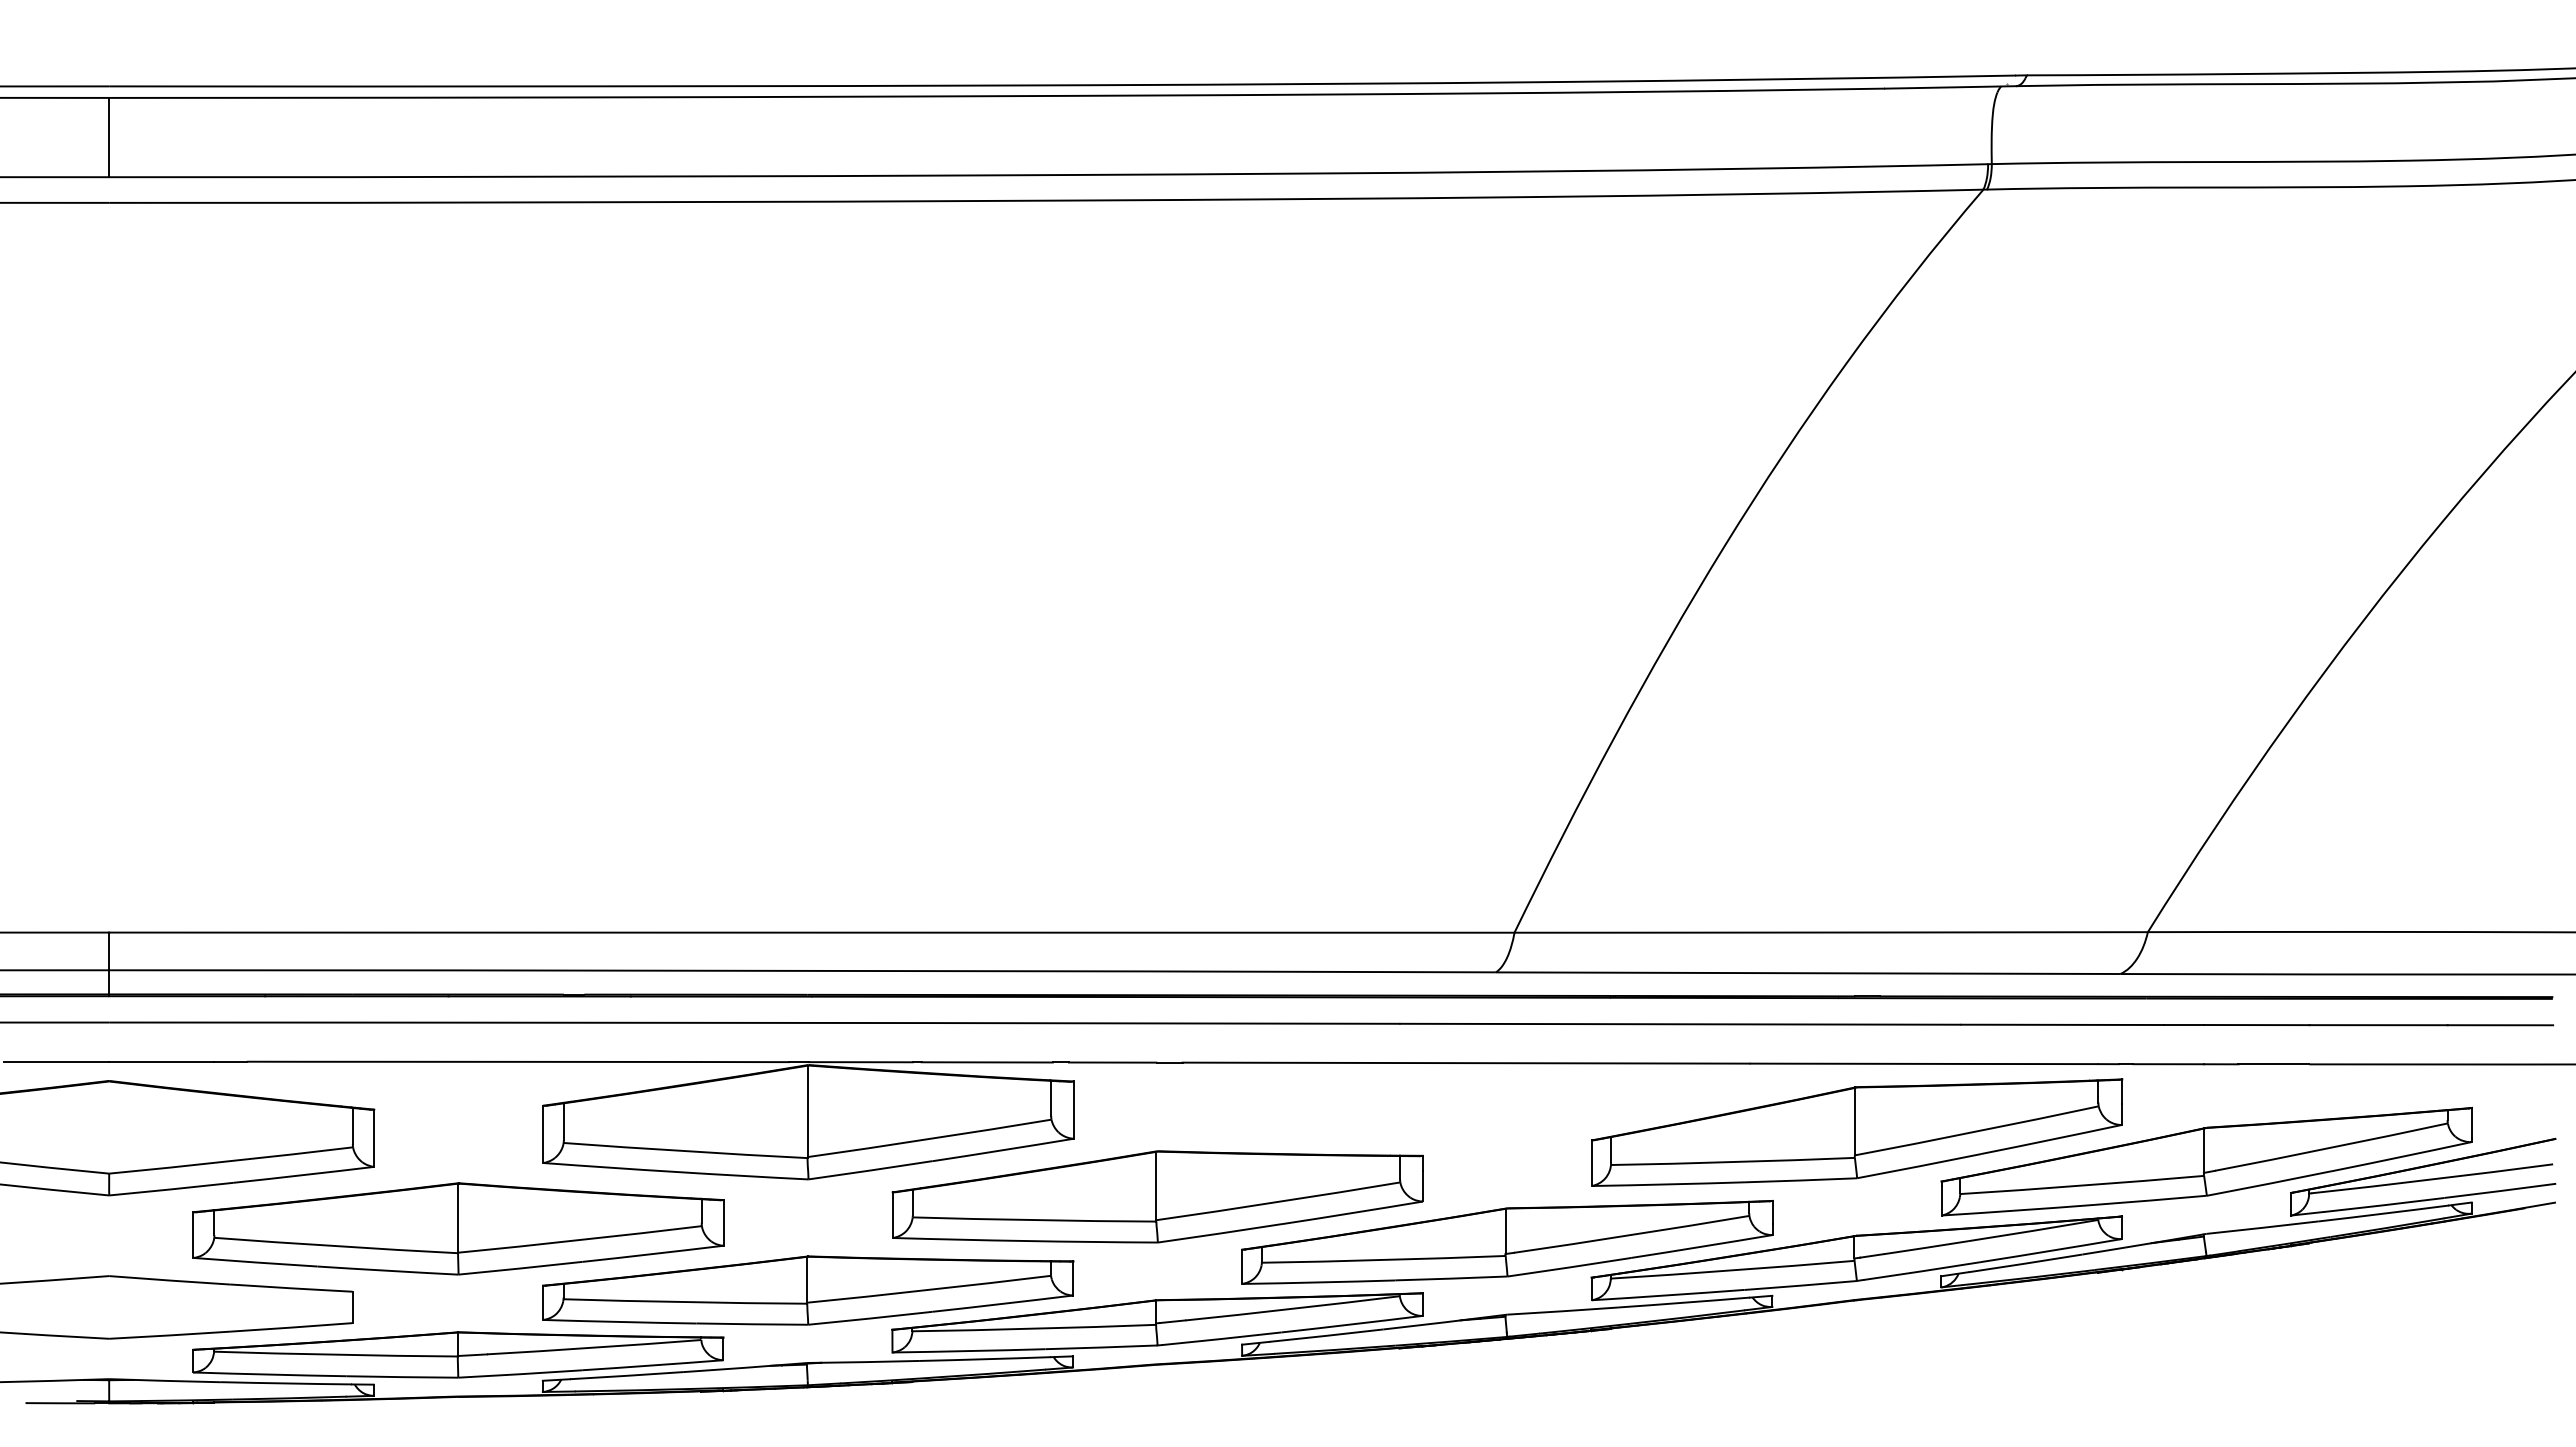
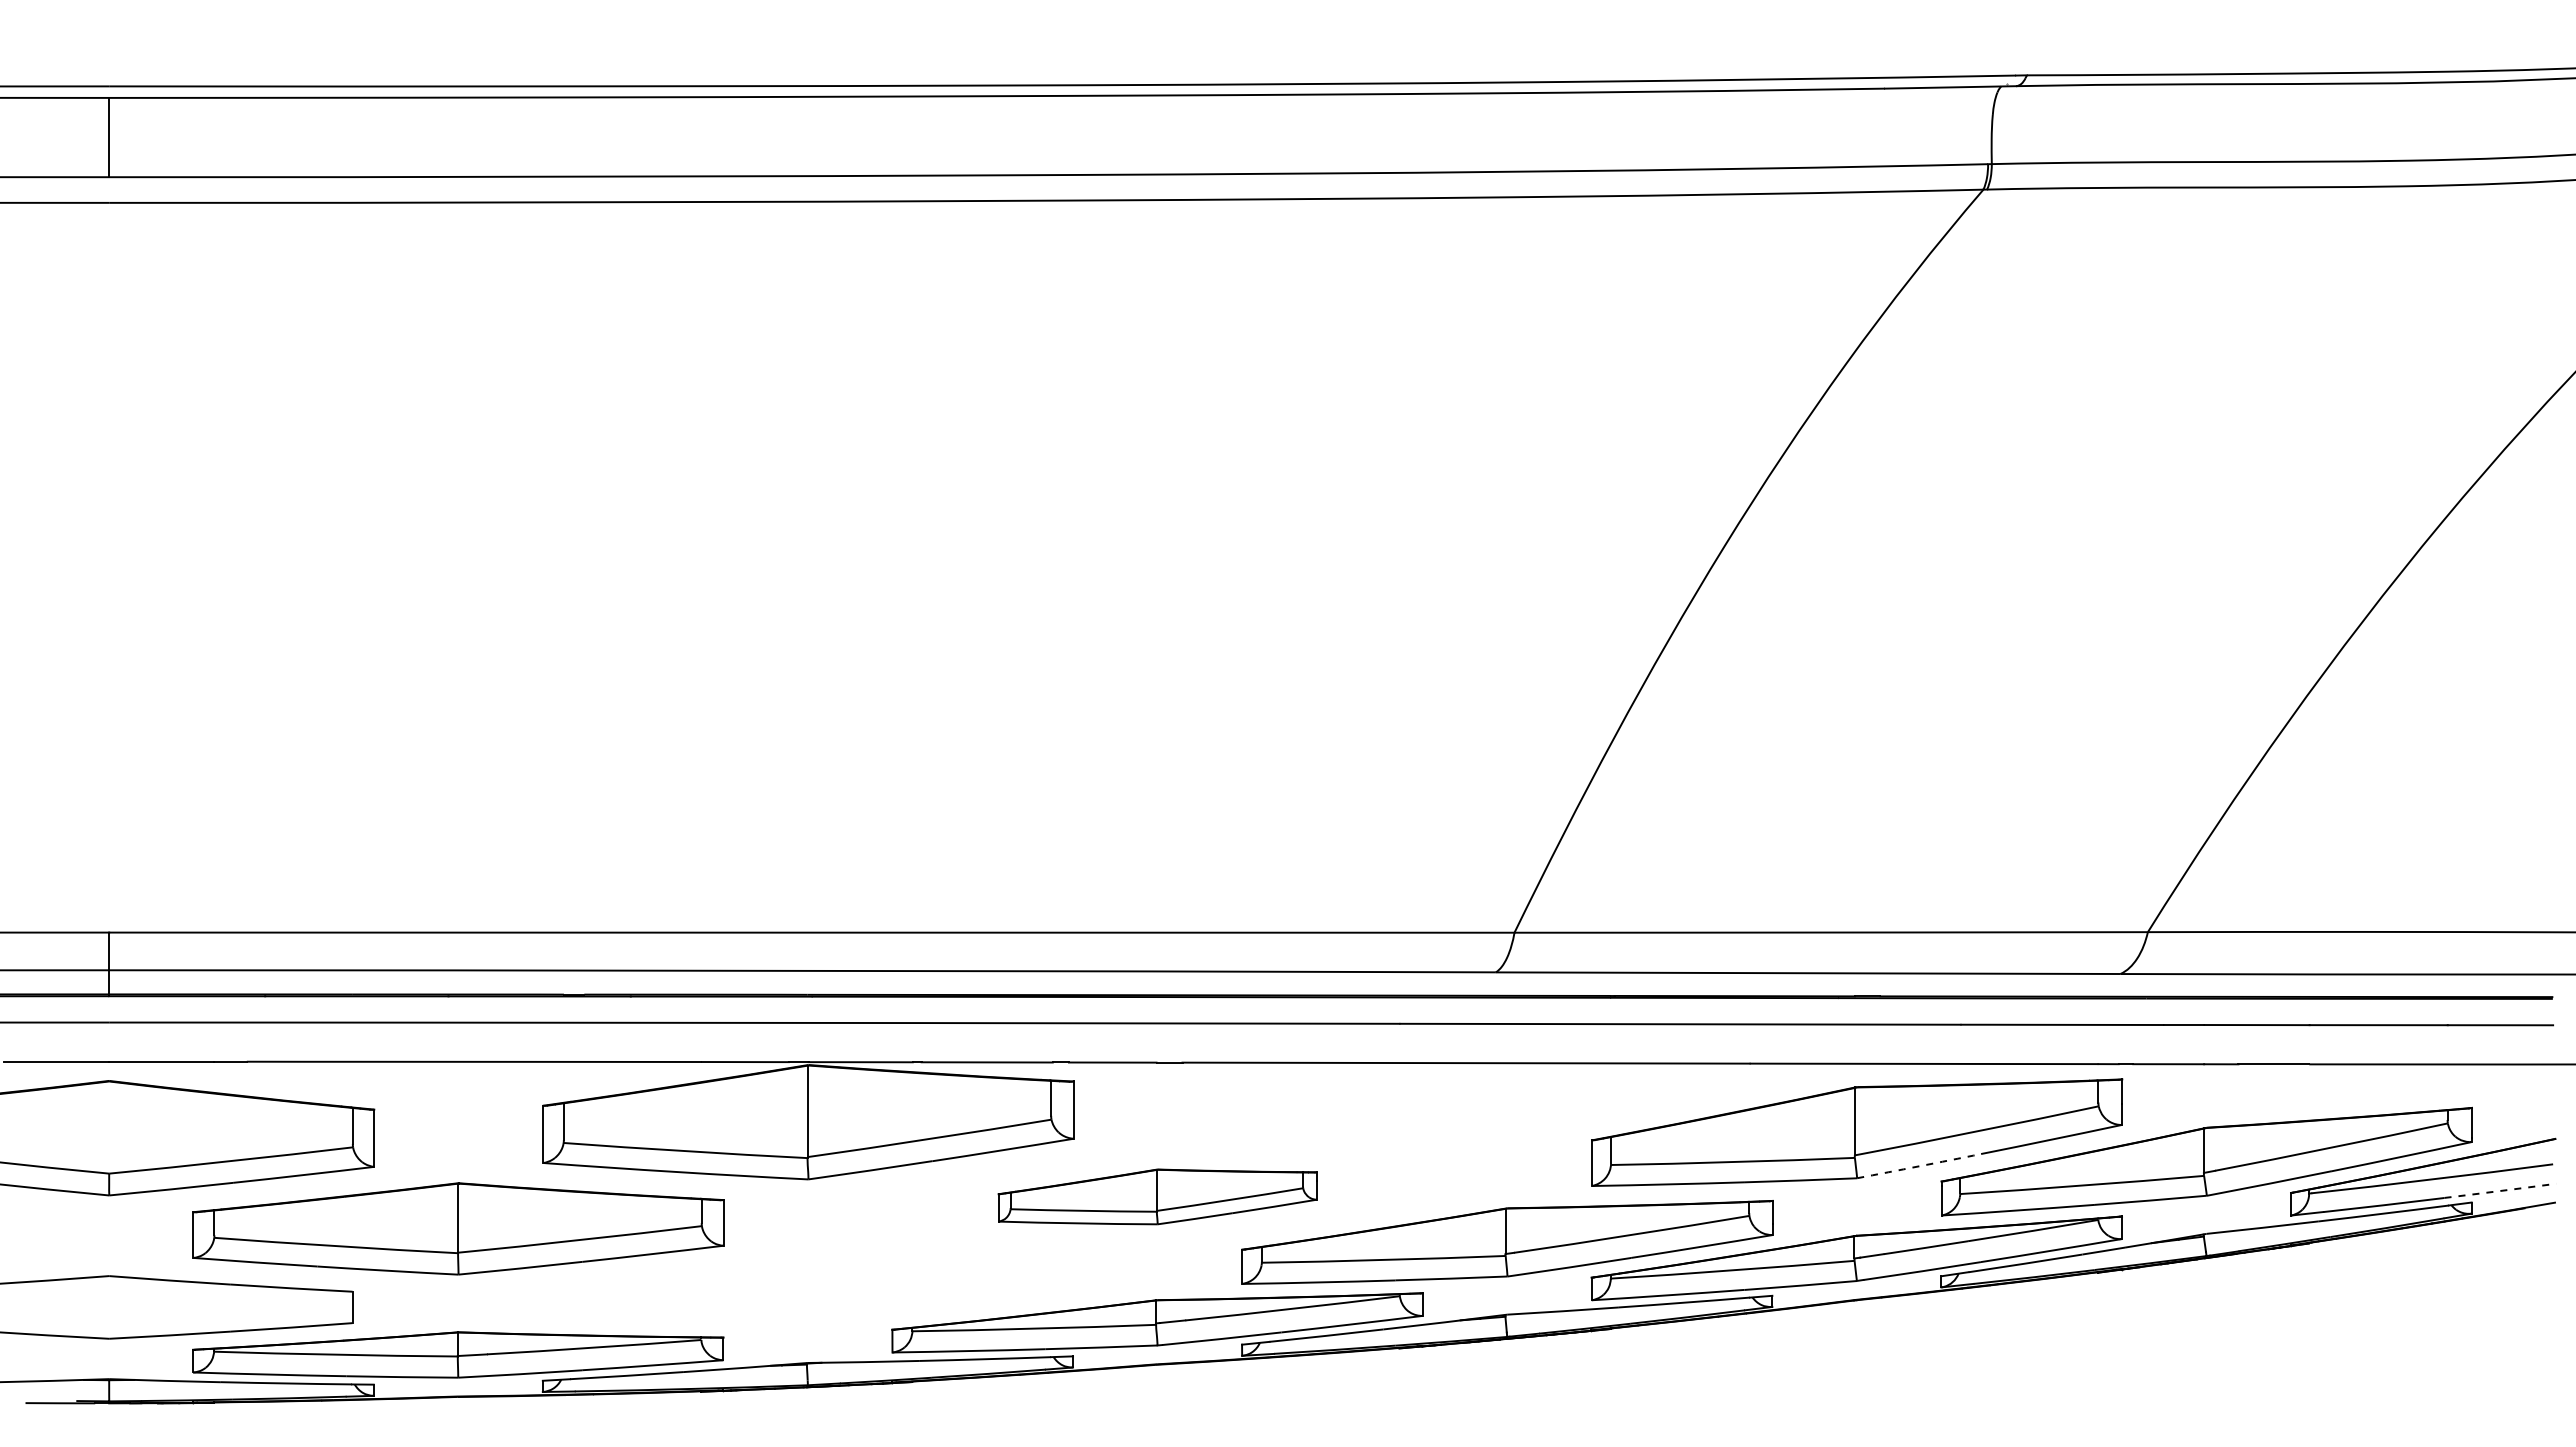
arc at (1919, 1166): solid -> dashed
arc at (2500, 1191): solid -> dashed
part at (1157, 1196) size: 533x94 px -> 321x58 px
part at (808, 1290): present -> none
